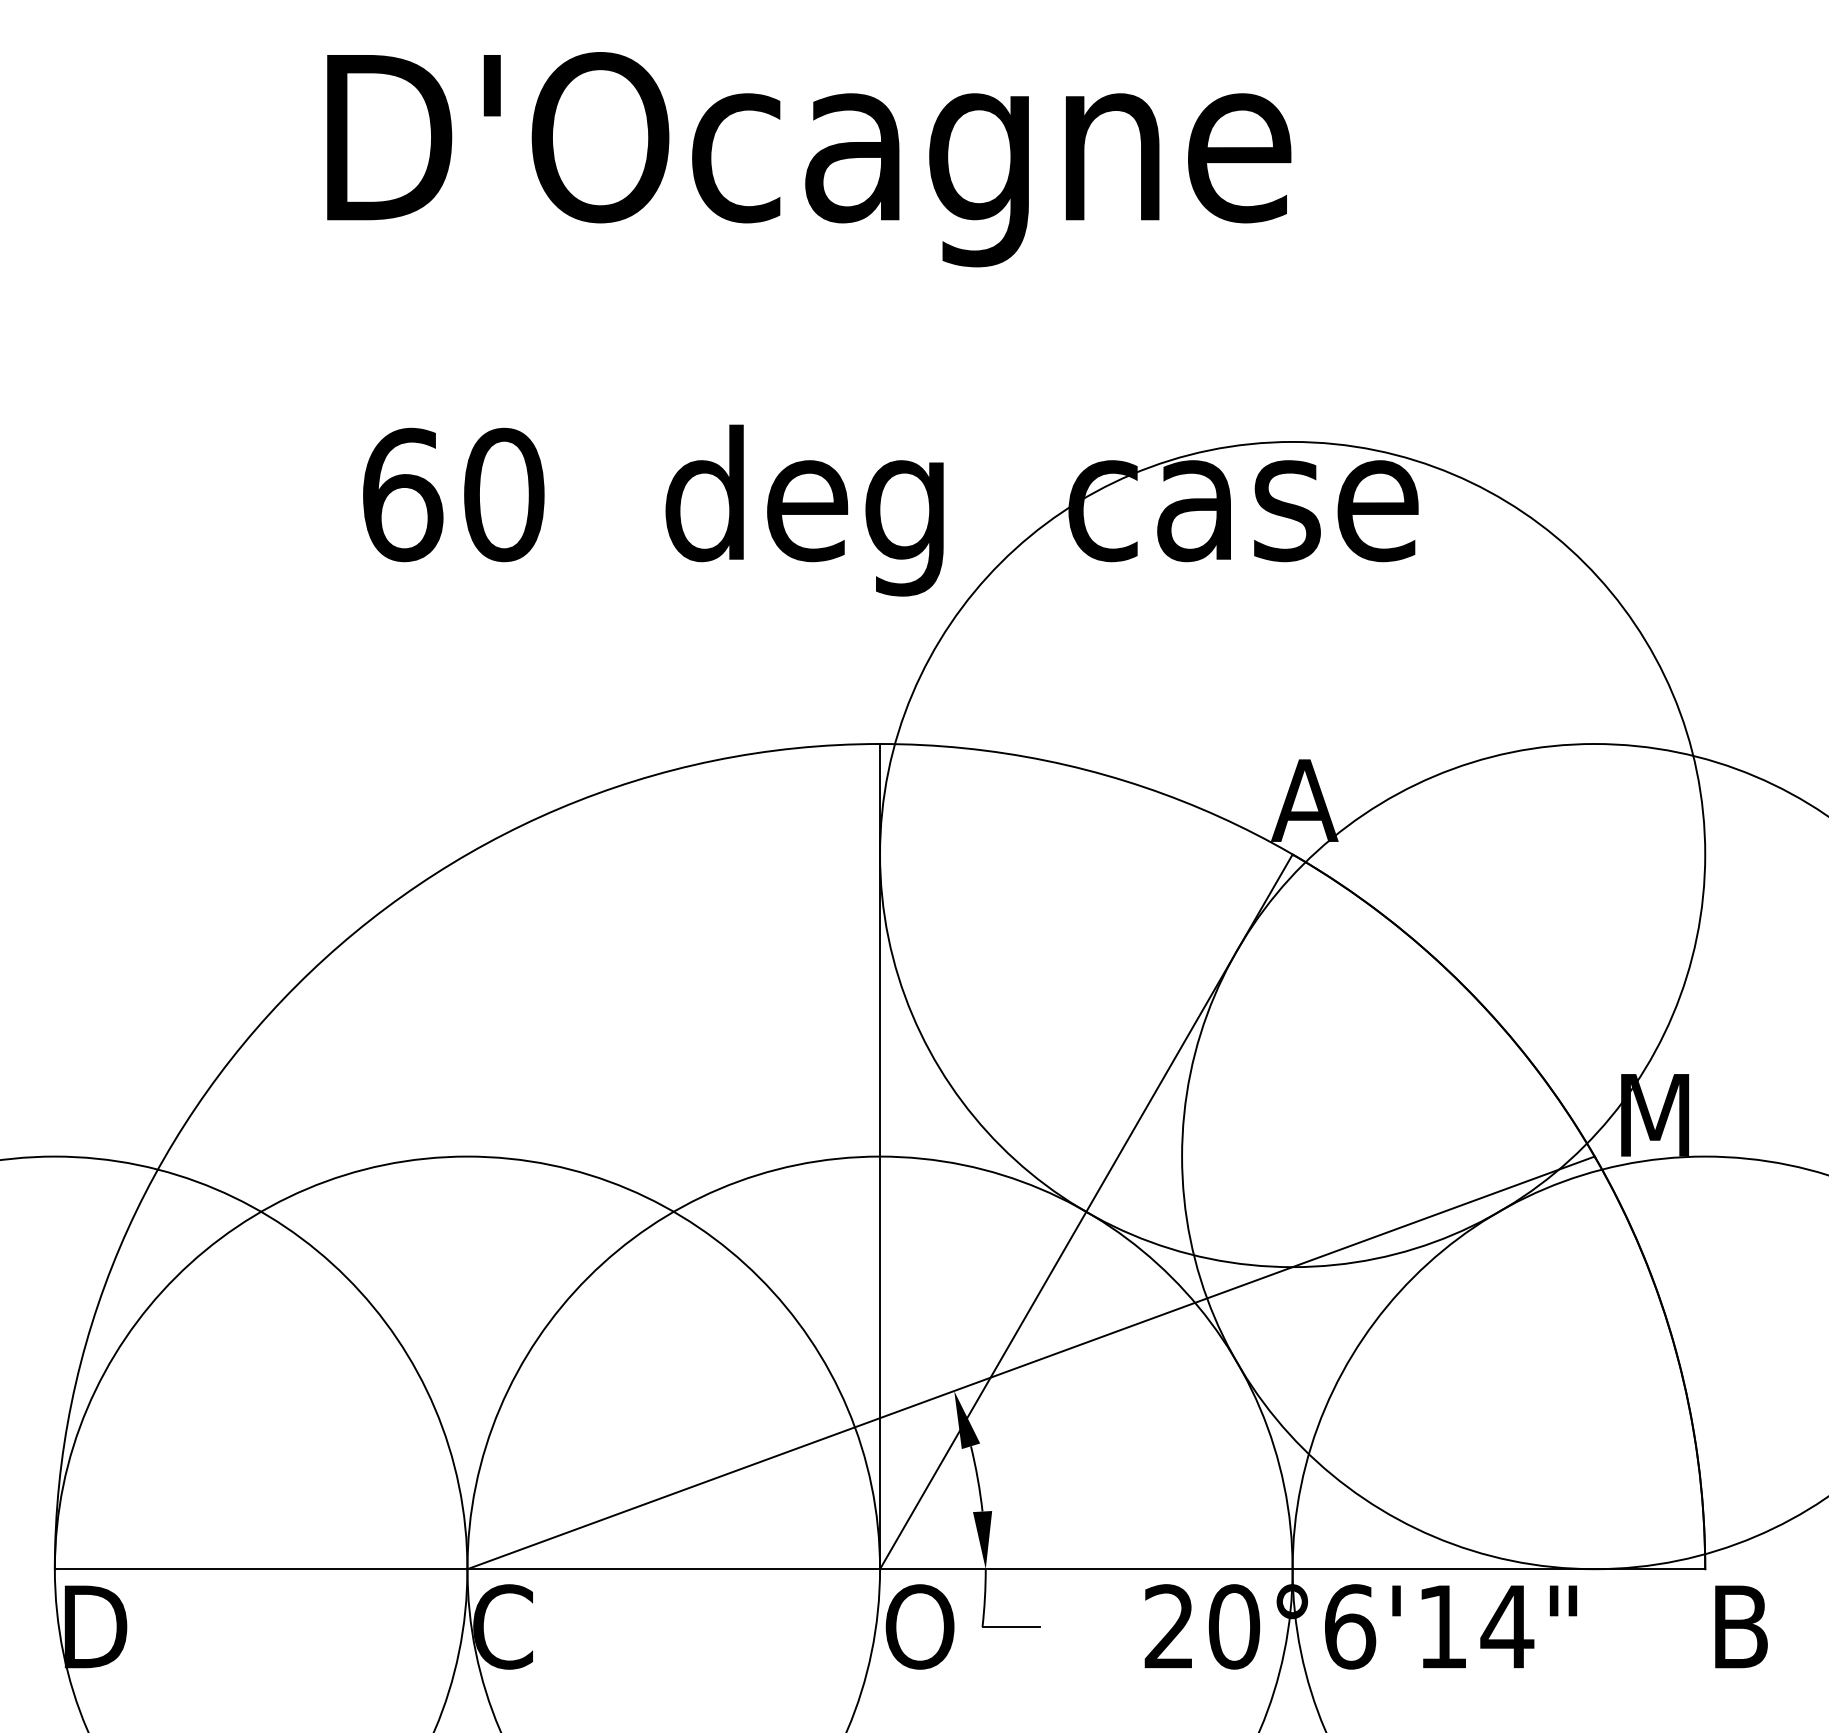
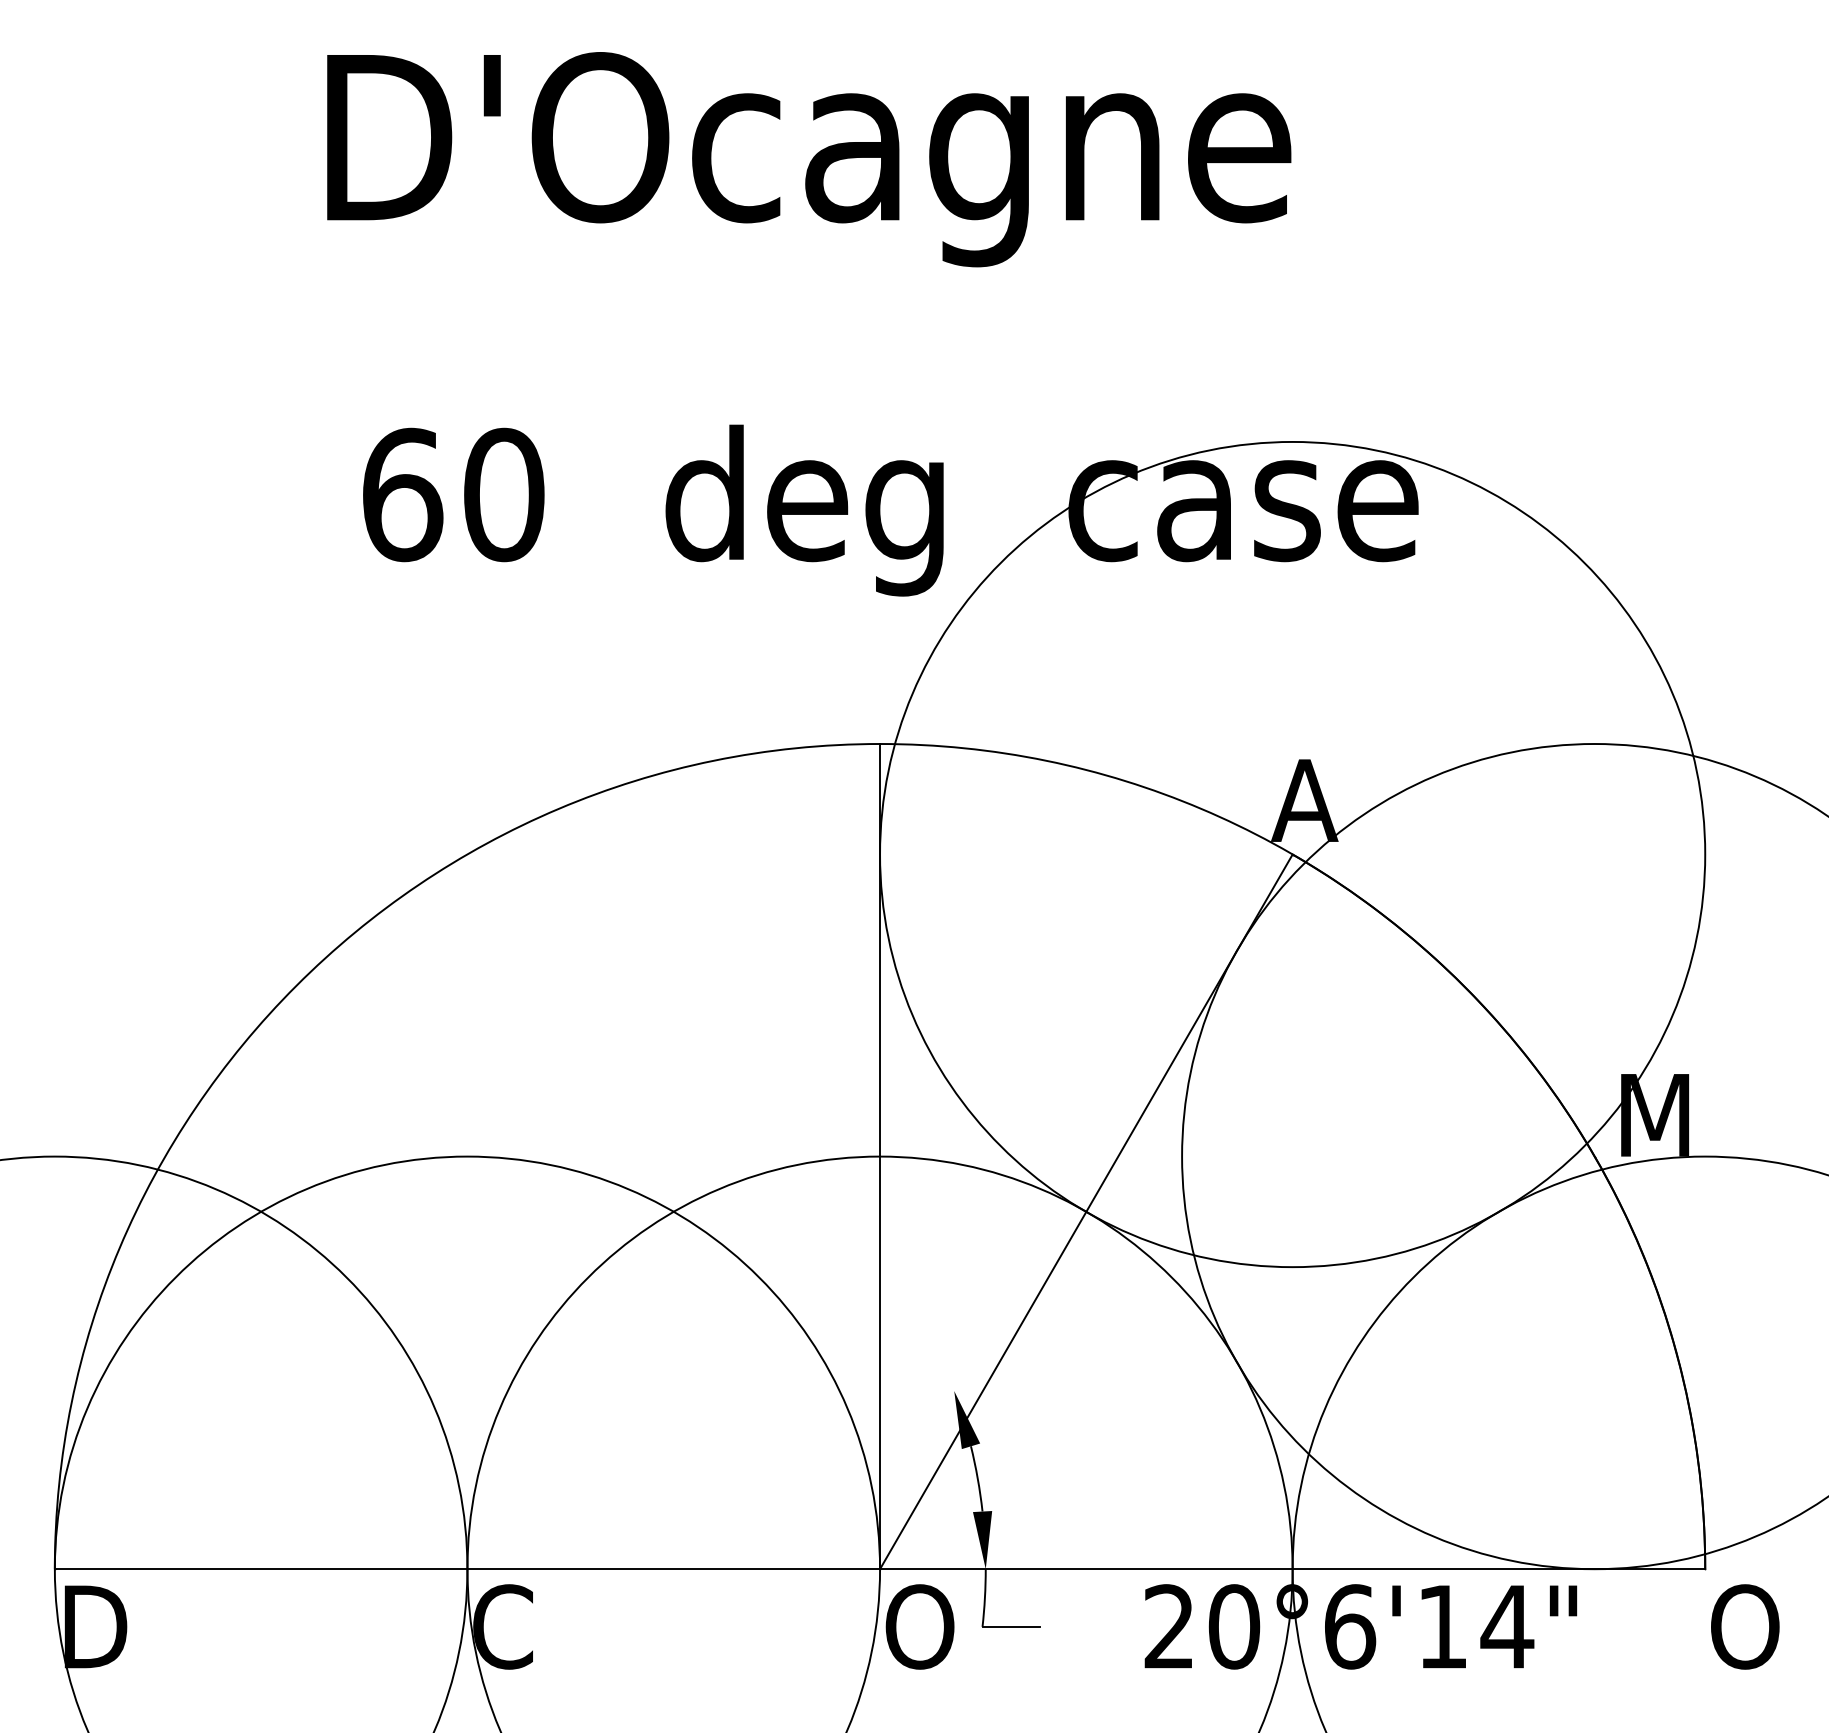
line at (1030, 1362): present -> none
text at (1745, 1626): B -> O
